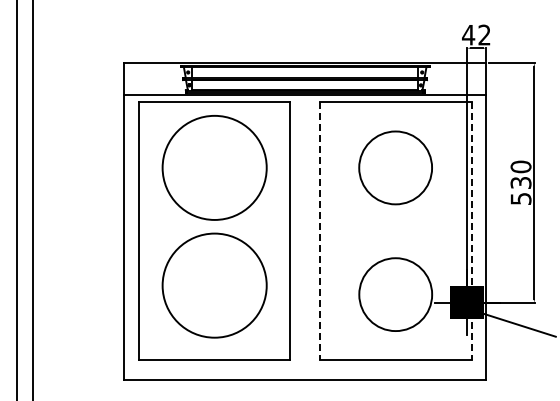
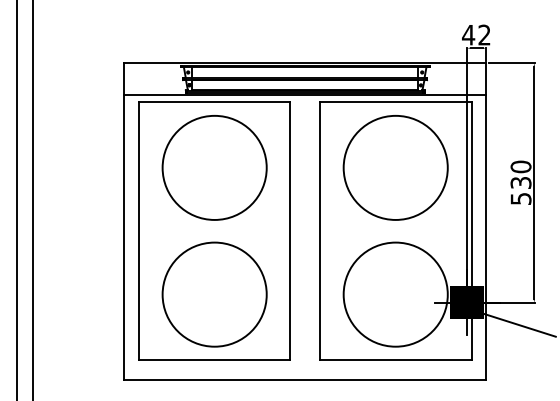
circle at (395, 167) size: 75x76 px -> 107x106 px
line at (319, 231): dashed -> solid
line at (471, 231): dashed -> solid
circle at (214, 285) position: (214, 285) -> (214, 294)
circle at (395, 294) diameter: 73 px -> 104 px
